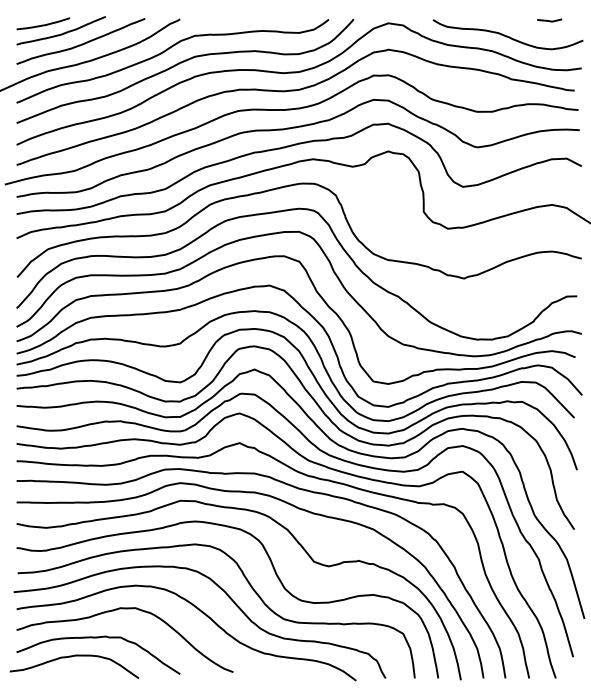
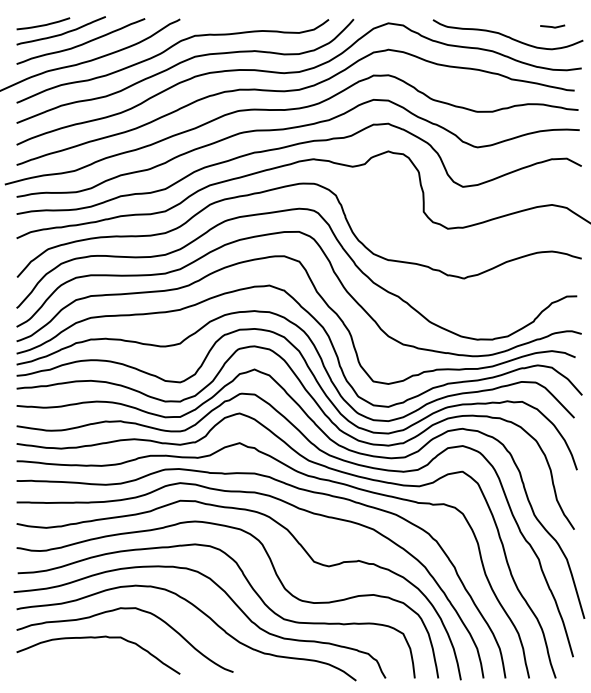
line at (549, 20) position: (549, 20) -> (552, 26)
curve at (72, 657): present -> none
